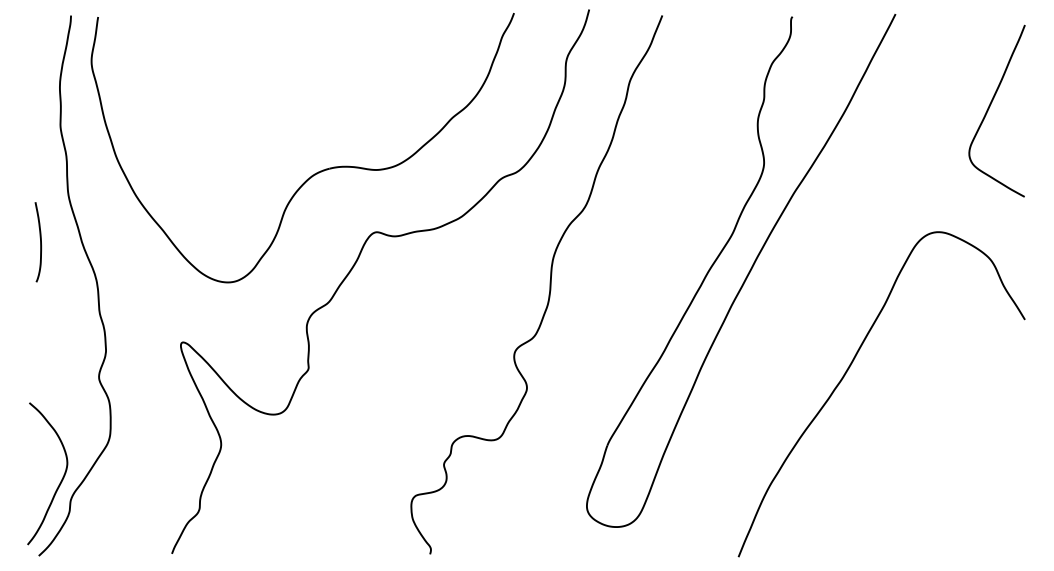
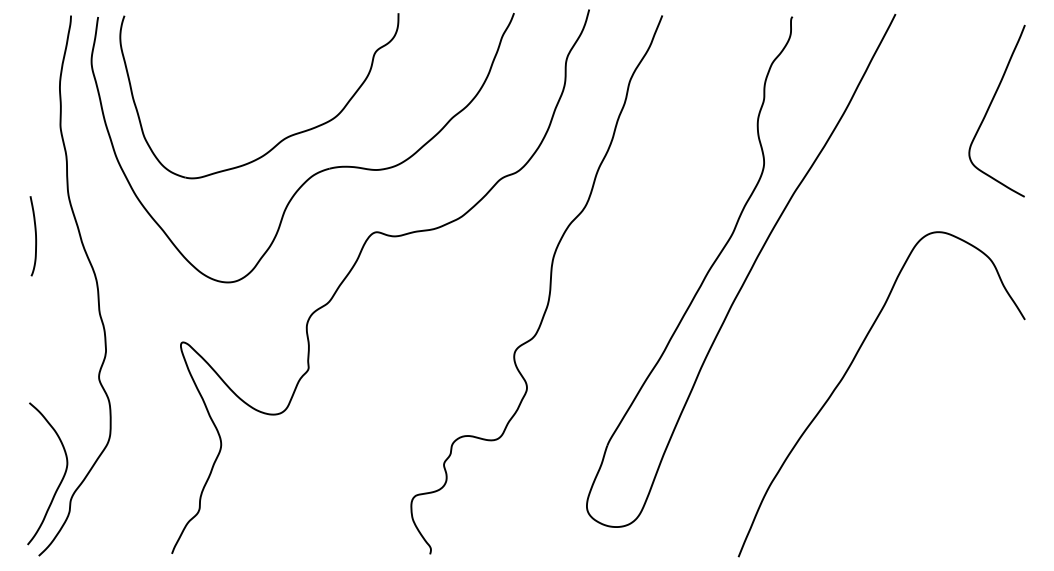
part at (286, 136): none -> present
curve at (40, 242) position: (40, 242) -> (35, 236)
